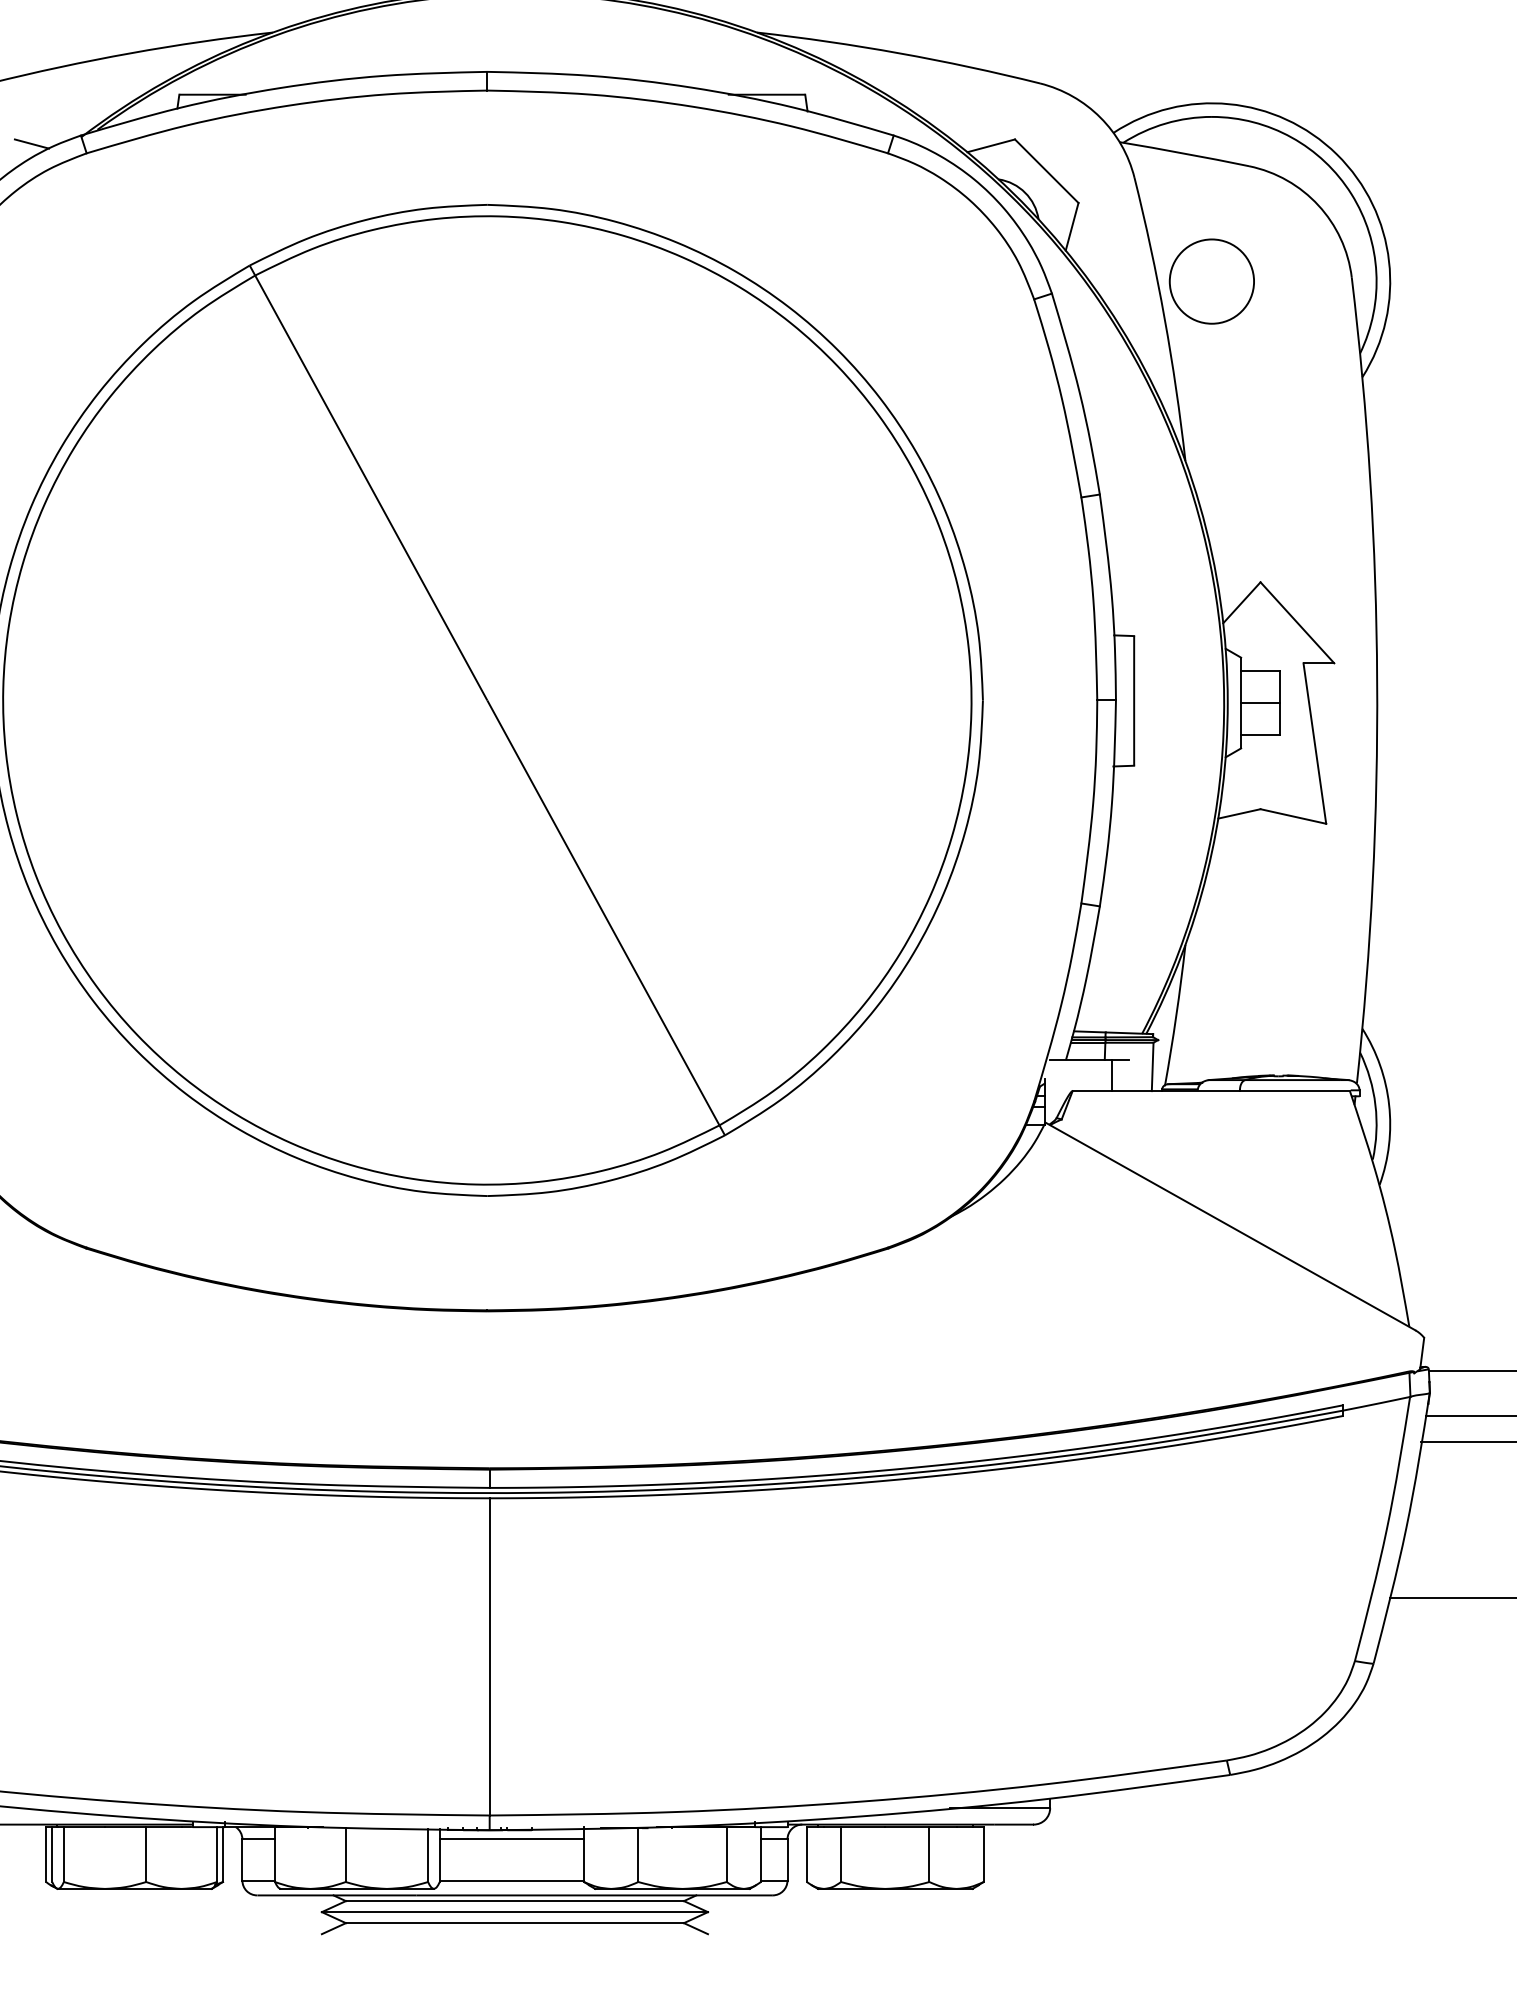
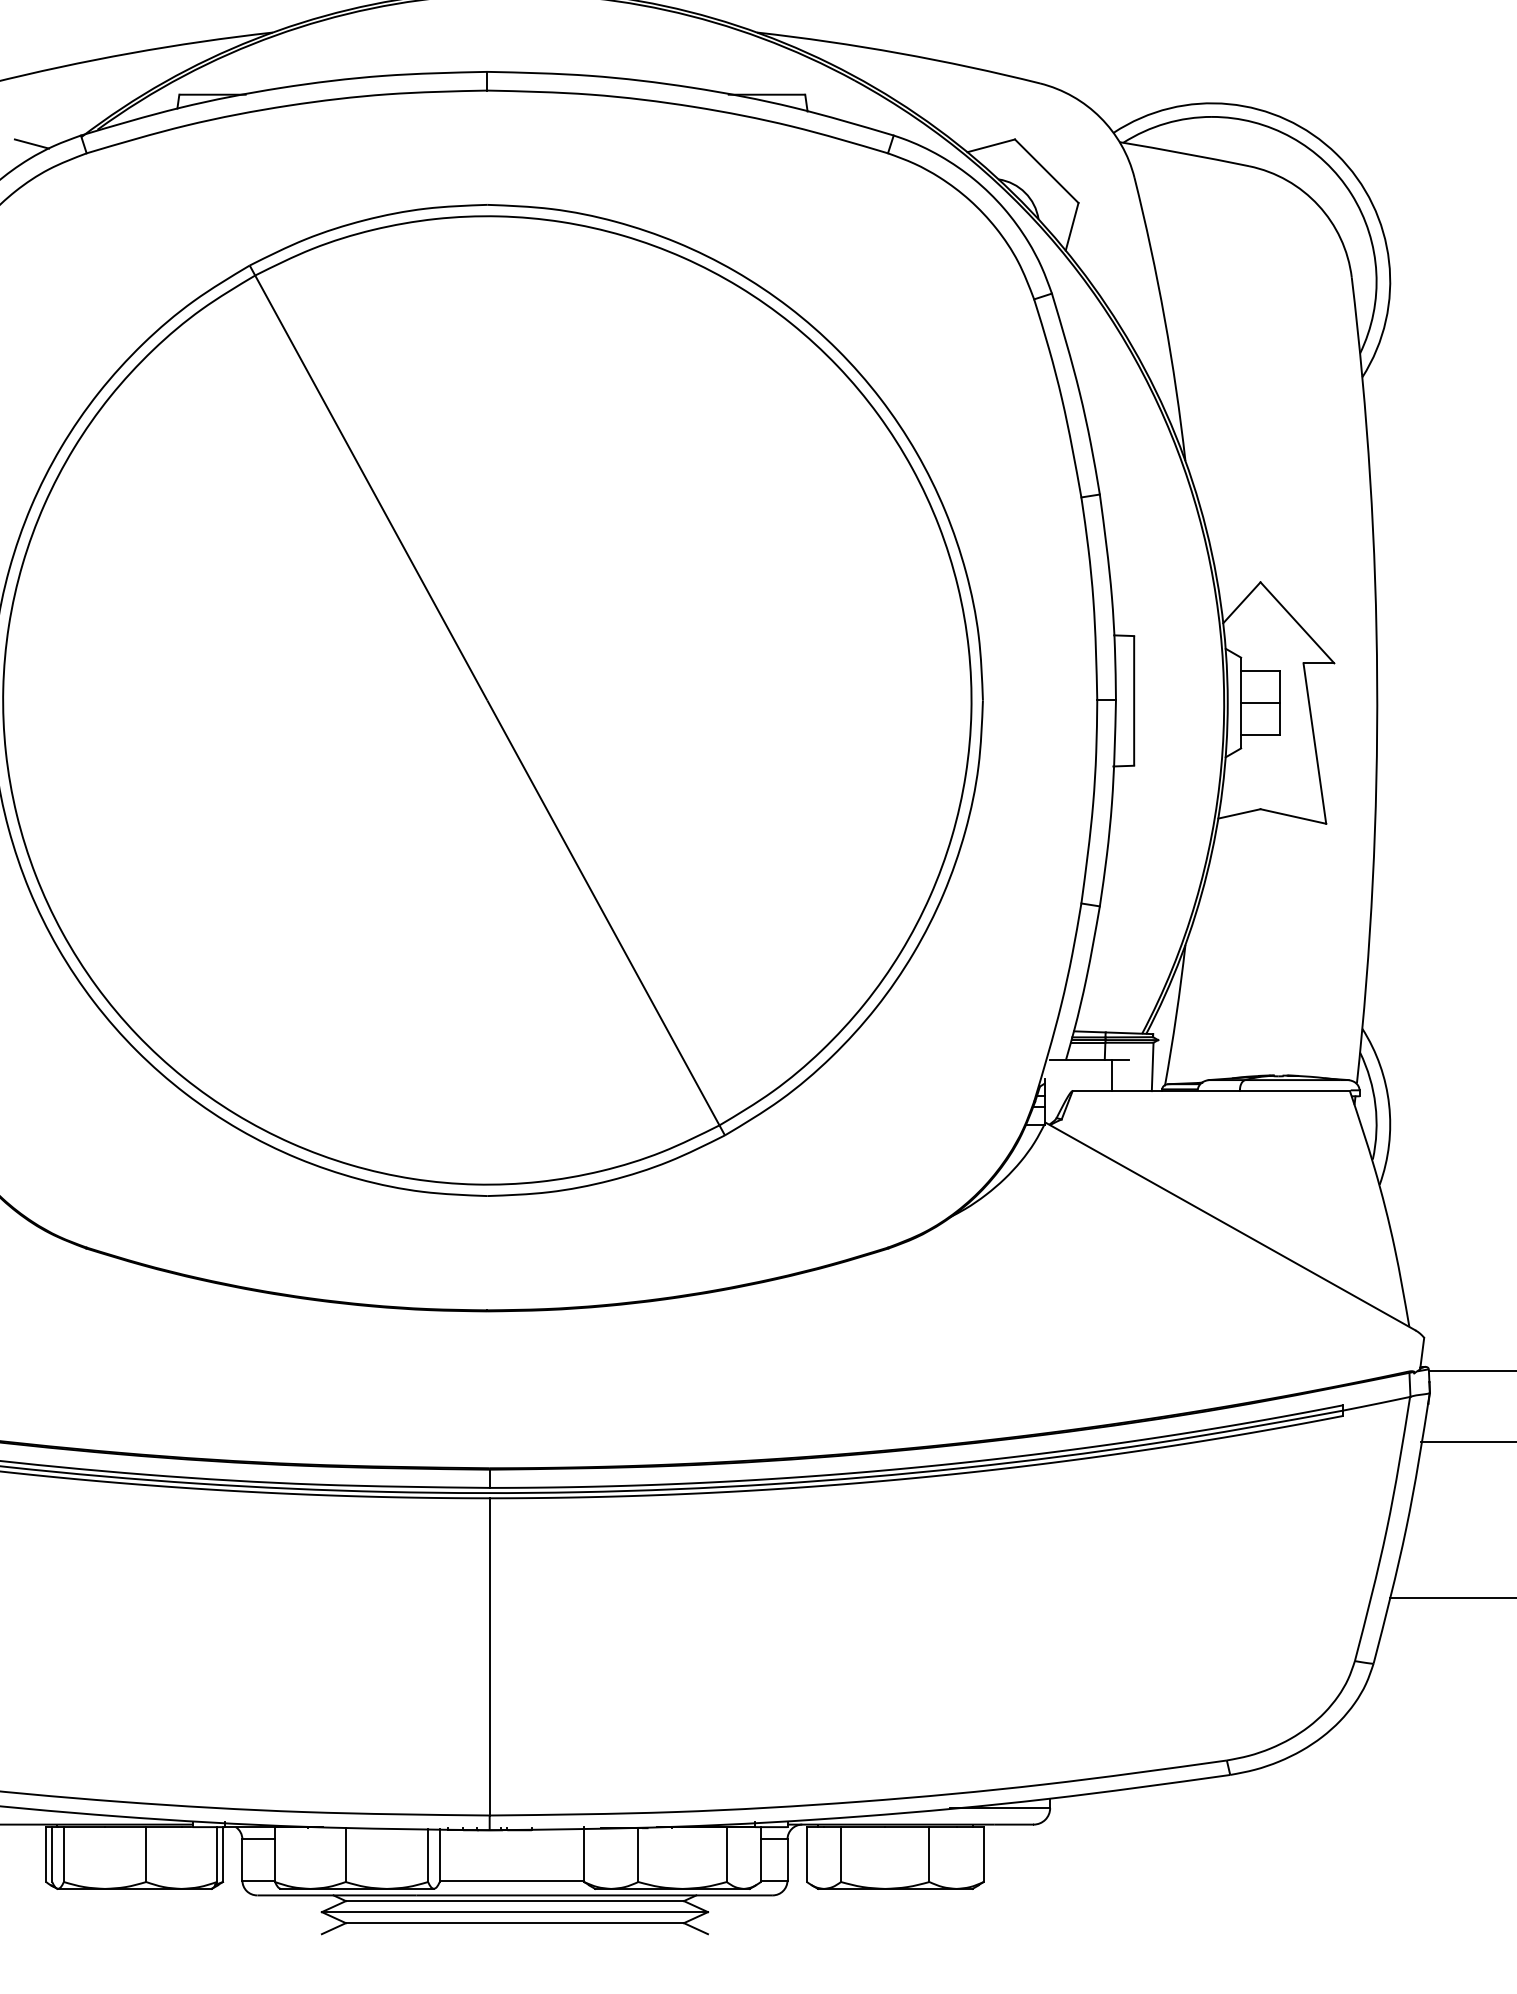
circle at (1211, 281): present -> none
line at (1469, 1416): present -> none
line at (511, 1839): present -> none
